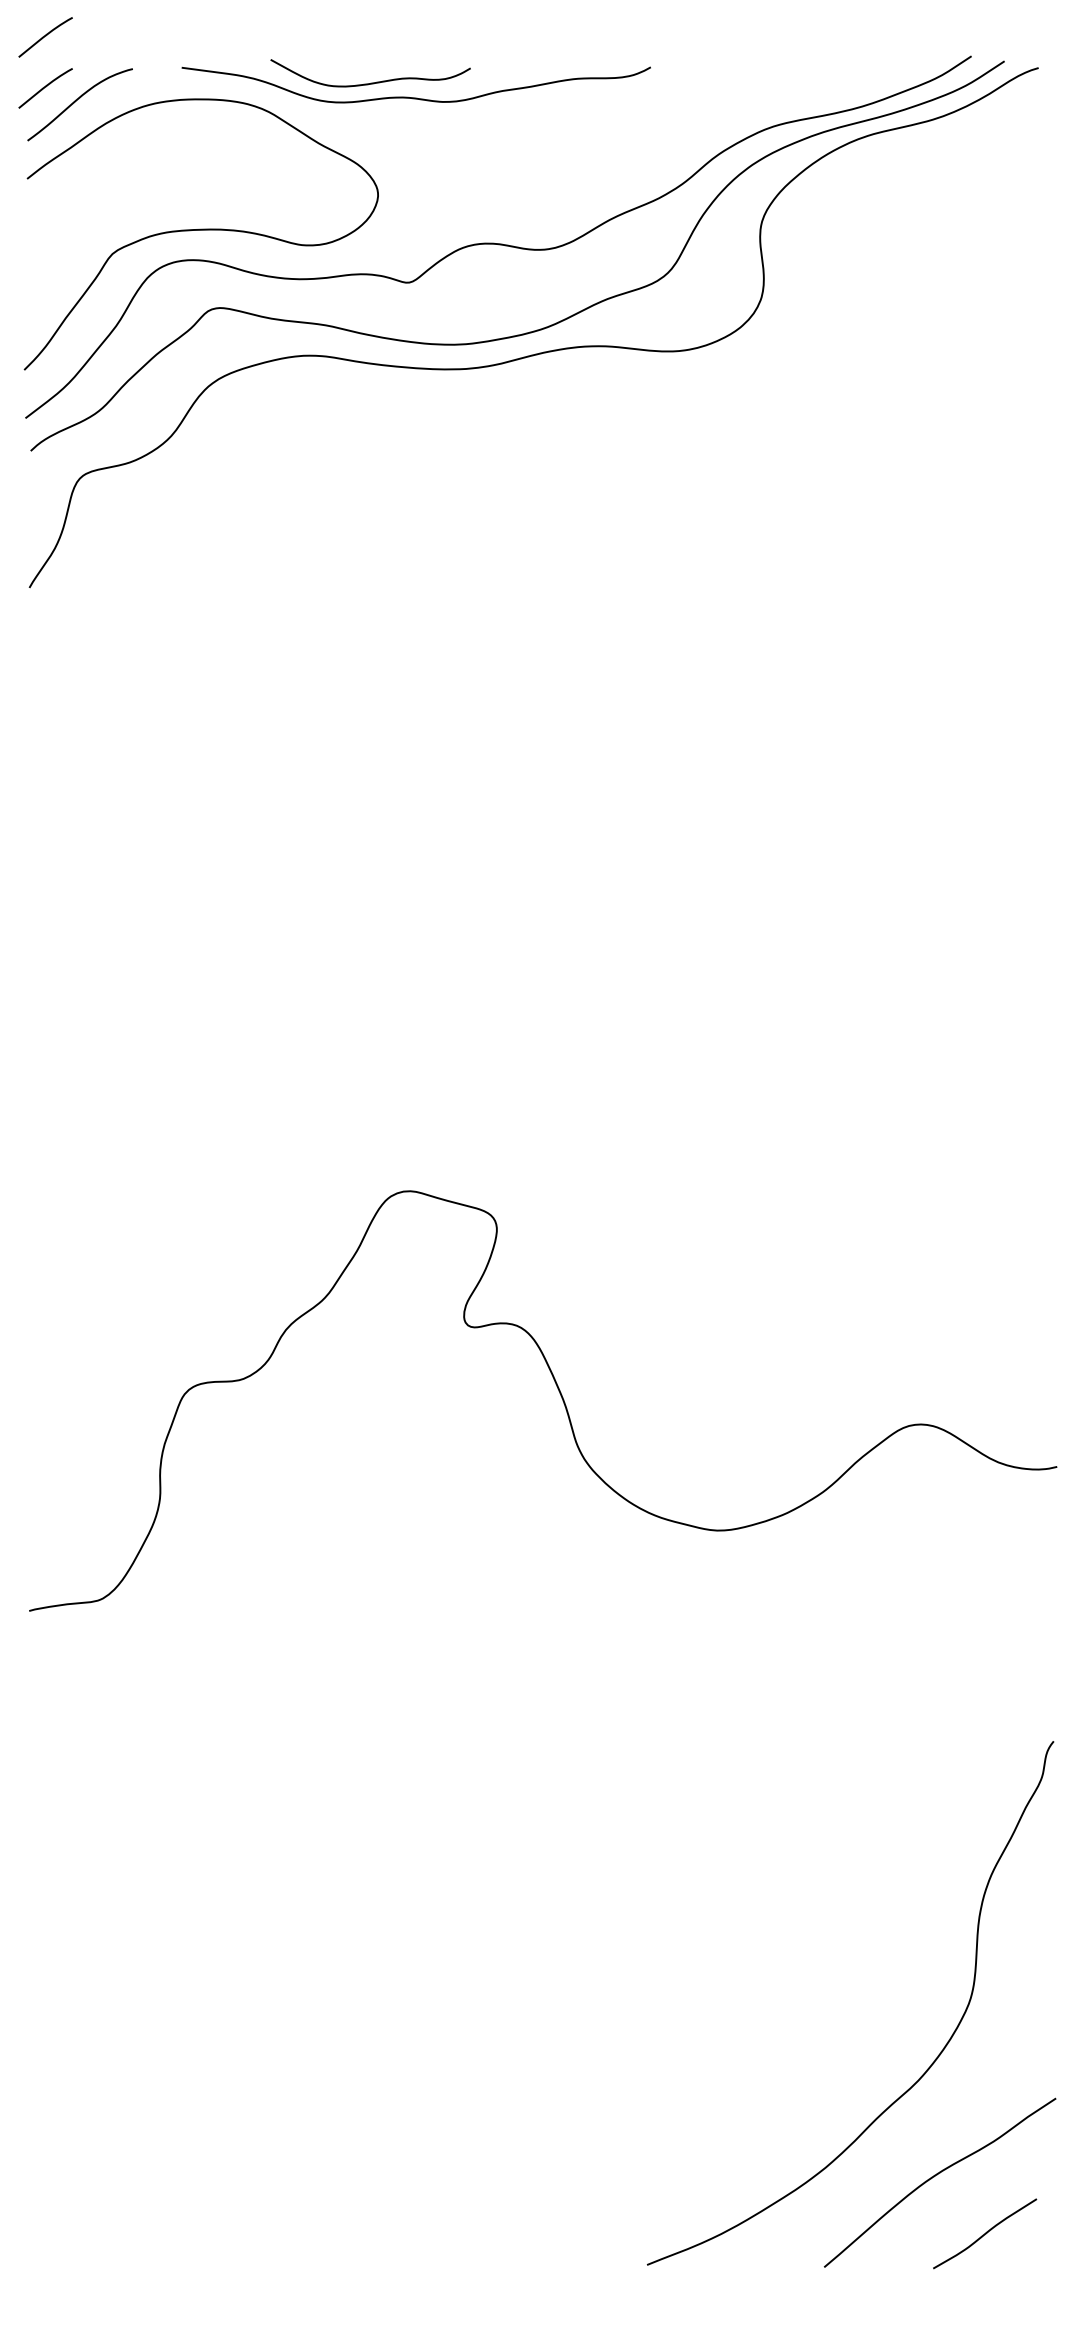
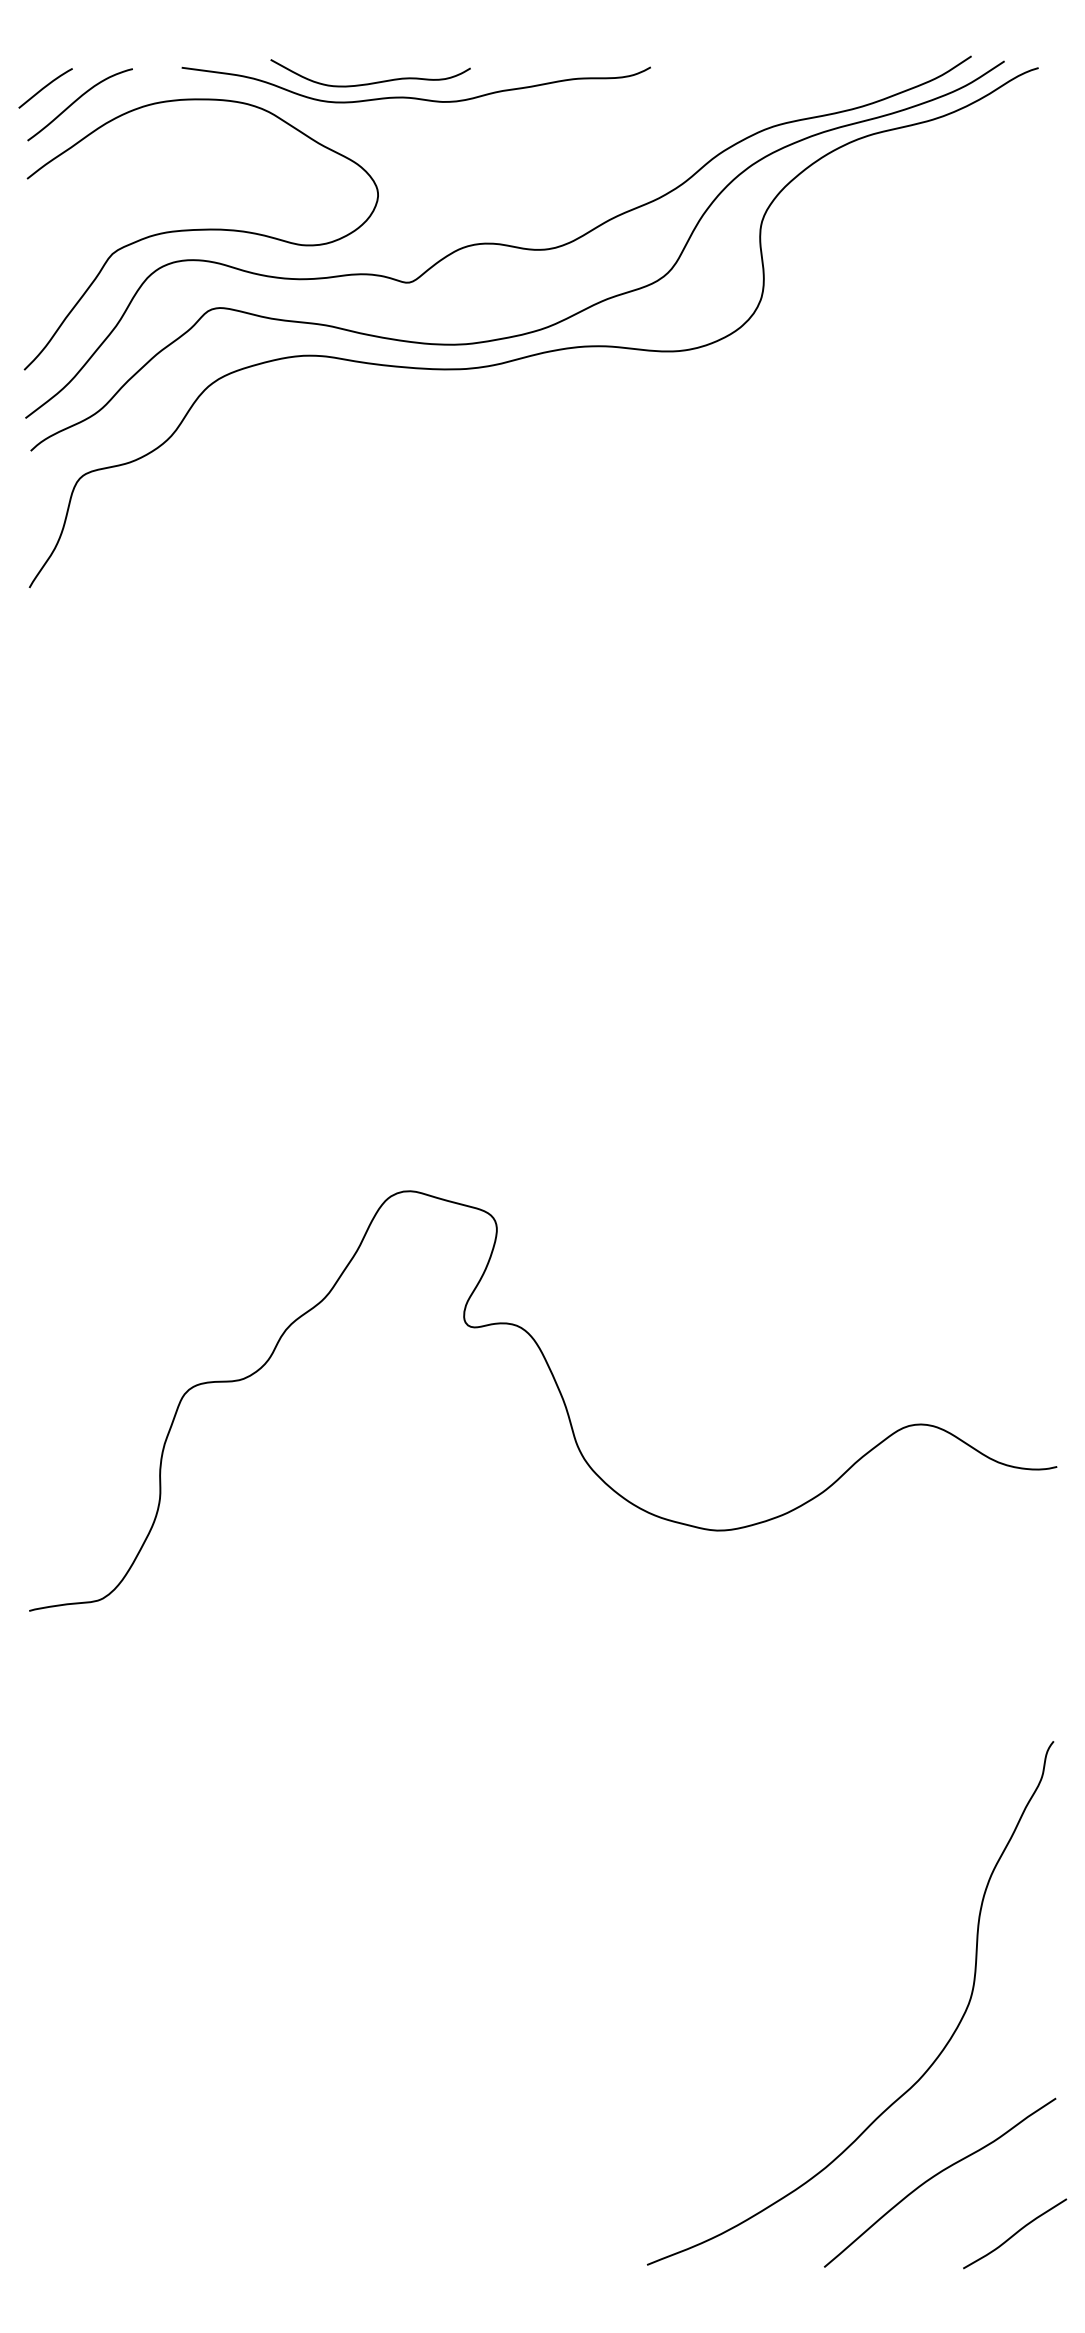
curve at (45, 36): present -> none
curve at (985, 2233) position: (985, 2233) -> (1015, 2233)
